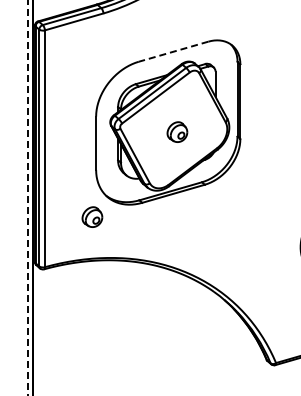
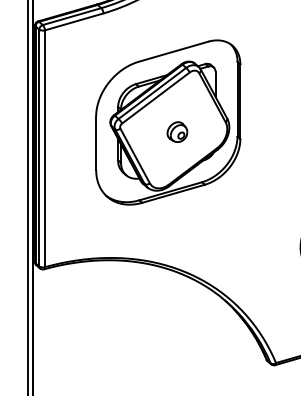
line at (173, 51): dashed -> solid
line at (27, 197): dashed -> solid
part at (92, 216): present -> none
